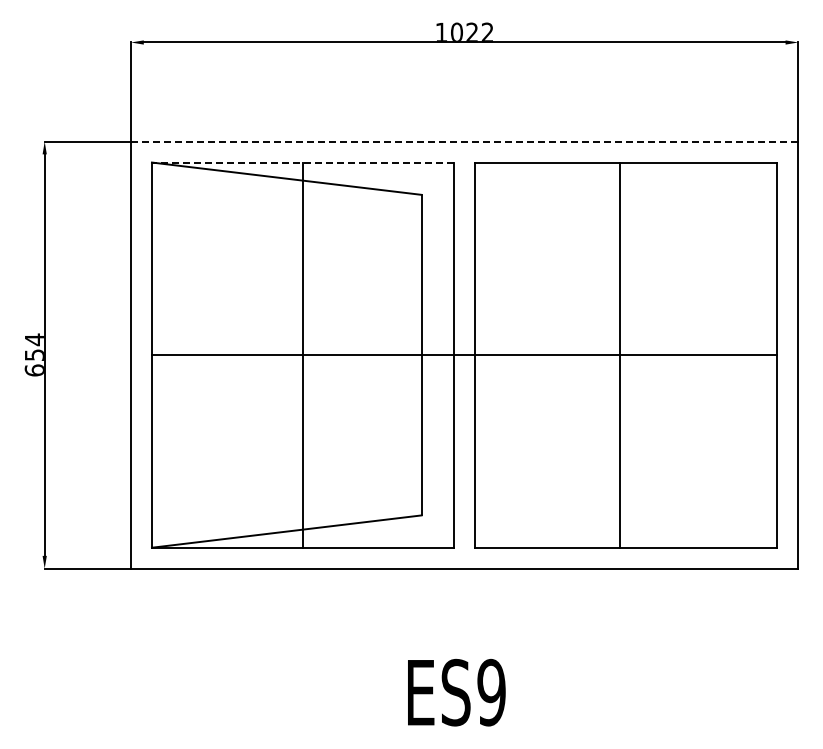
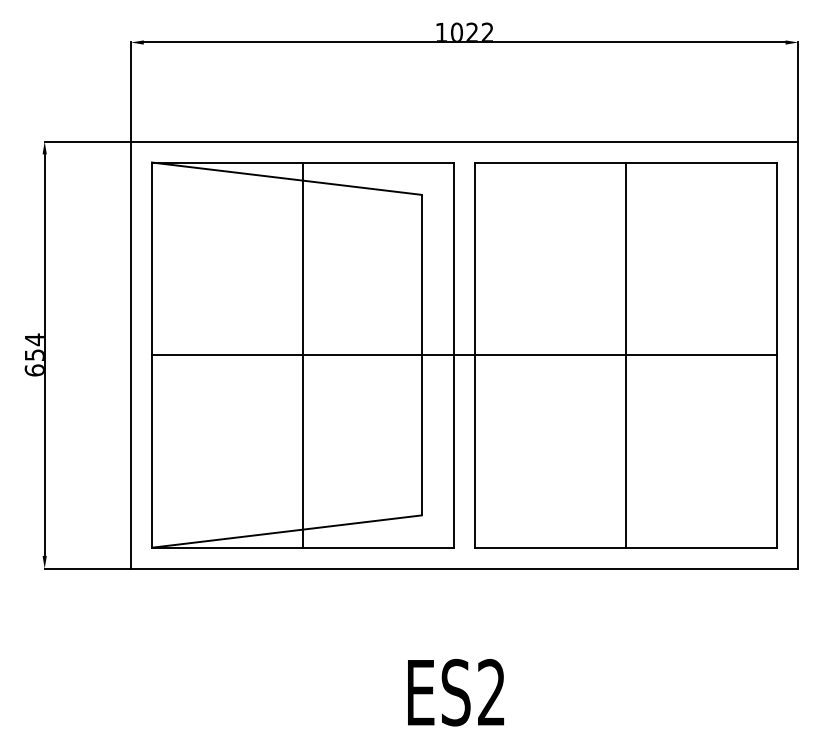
line at (464, 141): dashed -> solid
line at (302, 162): dashed -> solid
line at (620, 354) position: (620, 354) -> (626, 354)
text at (491, 692): ES9 -> ES2
